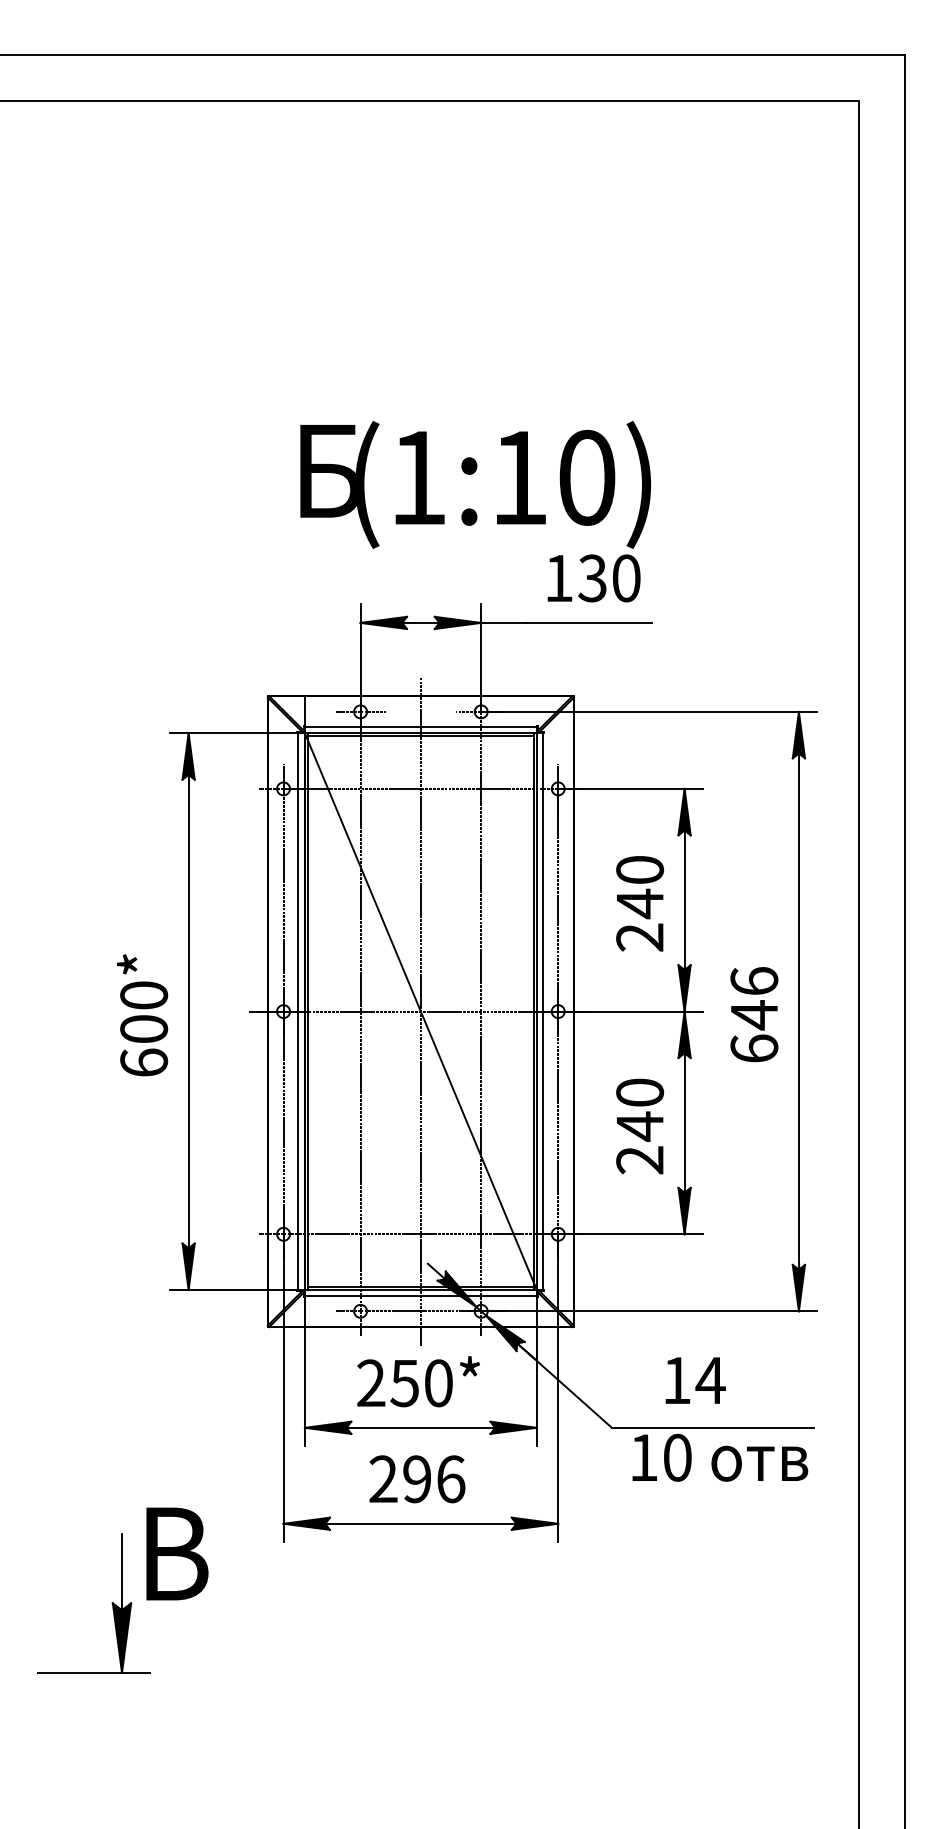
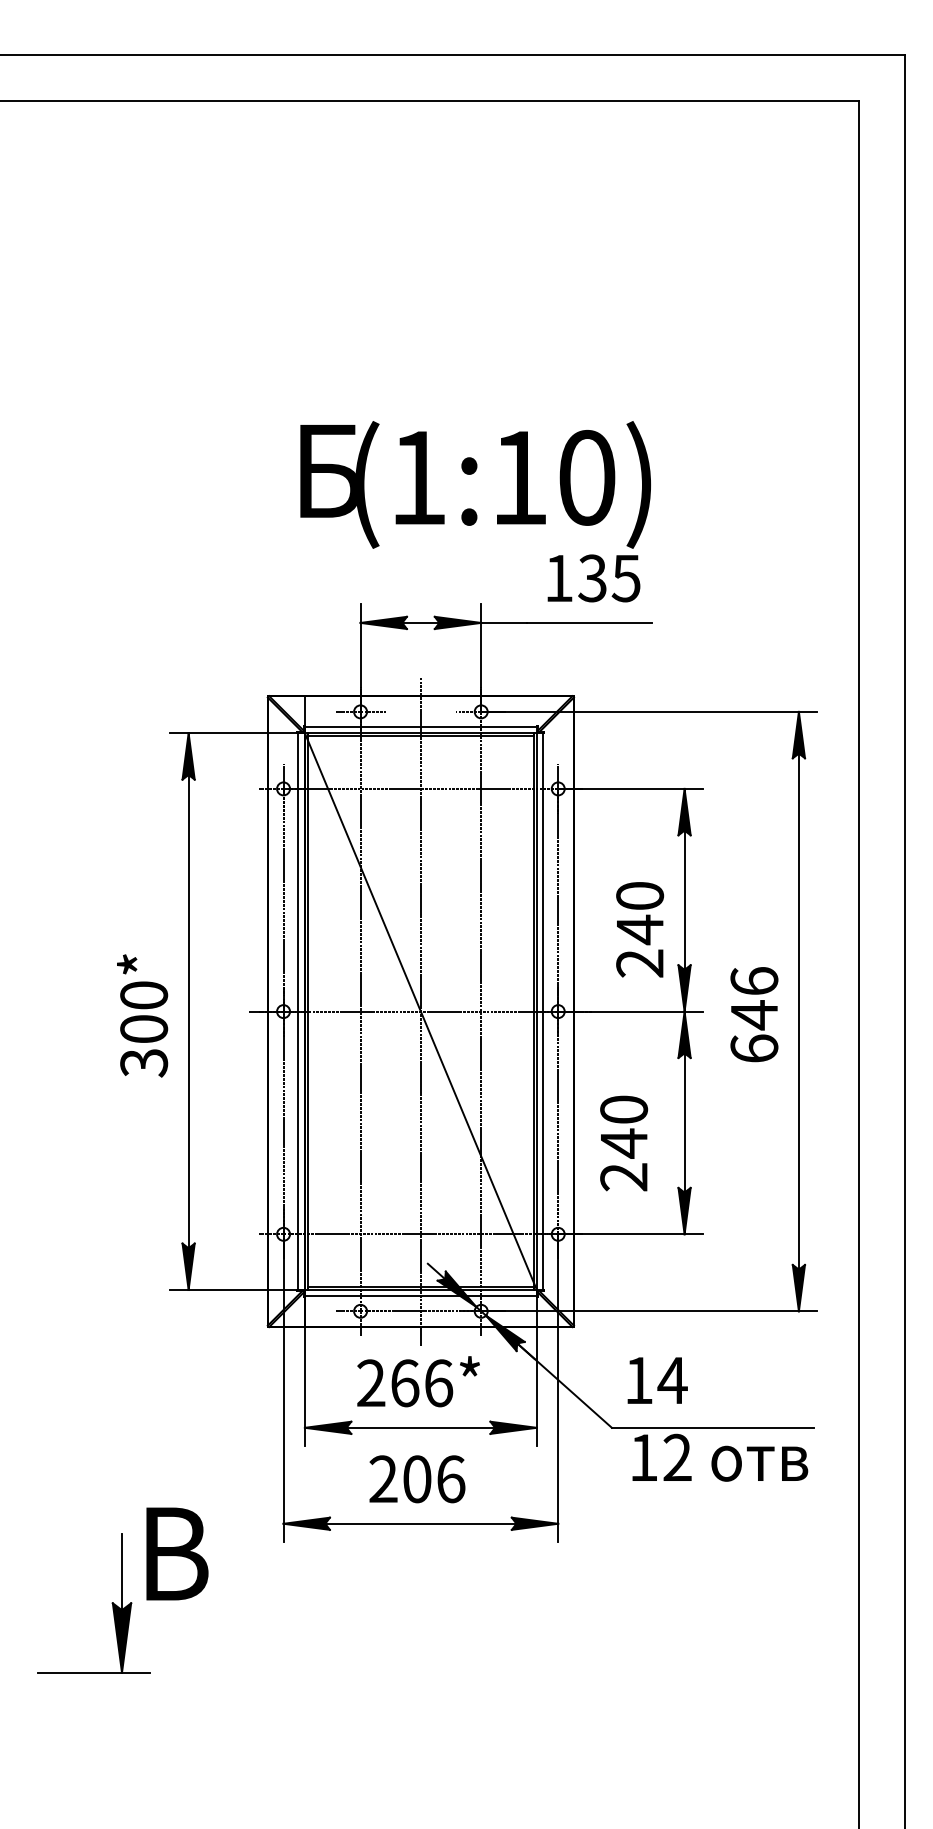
text at (625, 578): 130 -> 135
text at (640, 903) position: (640, 903) -> (640, 929)
text at (144, 1062): 600* -> 300*
text at (640, 1126) position: (640, 1126) -> (624, 1143)
text at (695, 1380) position: (695, 1380) -> (657, 1380)
text at (421, 1383): 250* -> 266*
text at (677, 1457): 10 -> 12
text at (417, 1479): 296 -> 206
